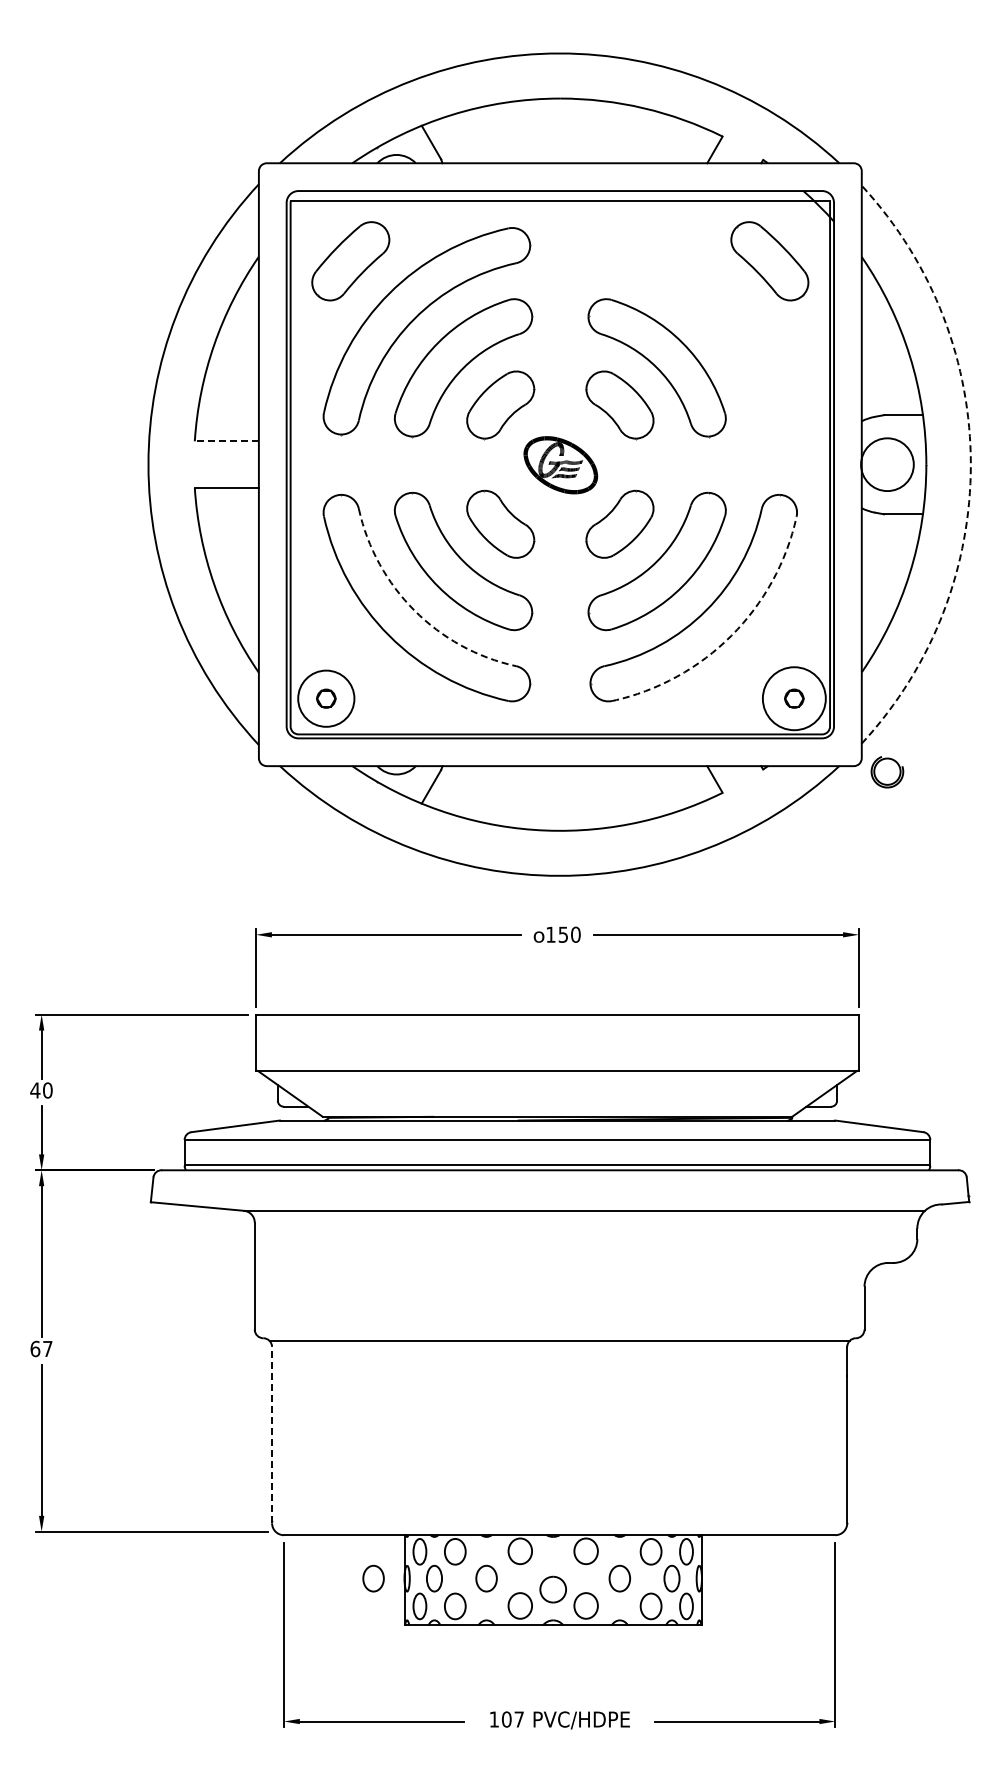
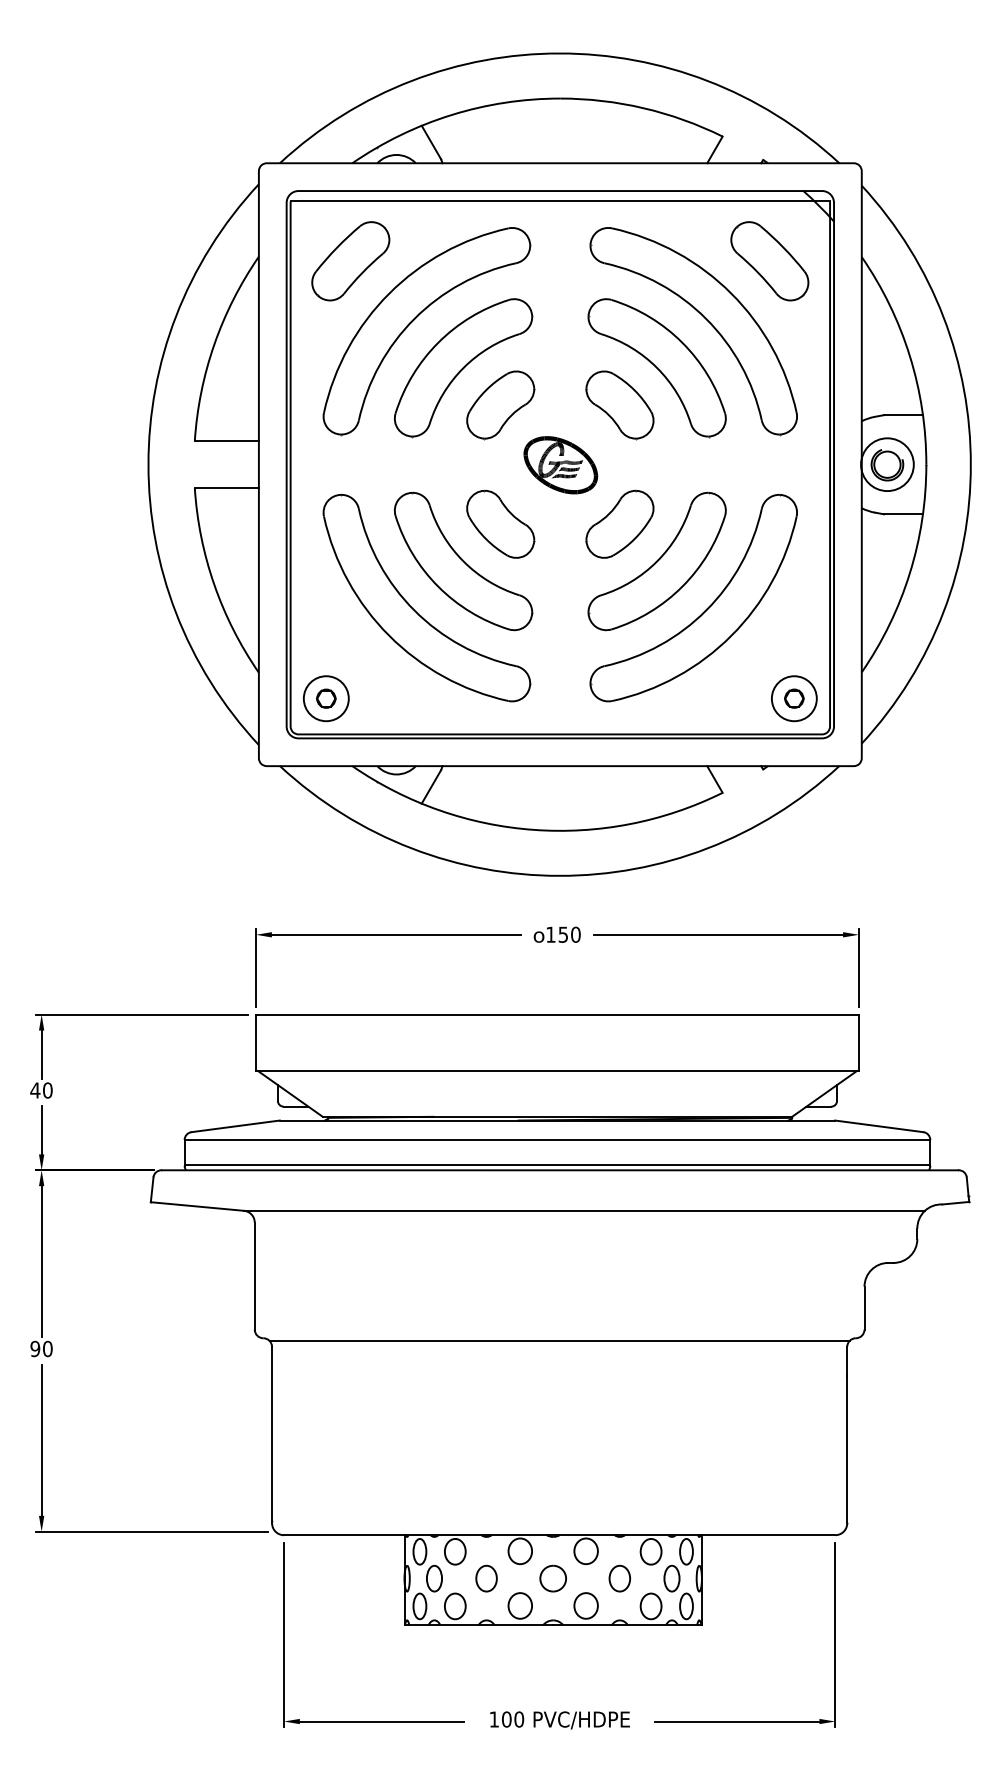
part at (705, 319): none -> present
line at (226, 441): dashed -> solid
arc at (970, 464): dashed -> solid
arc at (414, 610): dashed -> solid
arc at (731, 635): dashed -> solid
circle at (326, 698) diameter: 56 px -> 45 px
circle at (793, 698) diameter: 63 px -> 45 px
part at (887, 772) position: (887, 772) -> (887, 465)
text at (41, 1348): 67 -> 90
line at (272, 1434): dashed -> solid
part at (373, 1578): present -> none
part at (552, 1589) position: (552, 1589) -> (552, 1578)
text at (519, 1719): 107 -> 100
